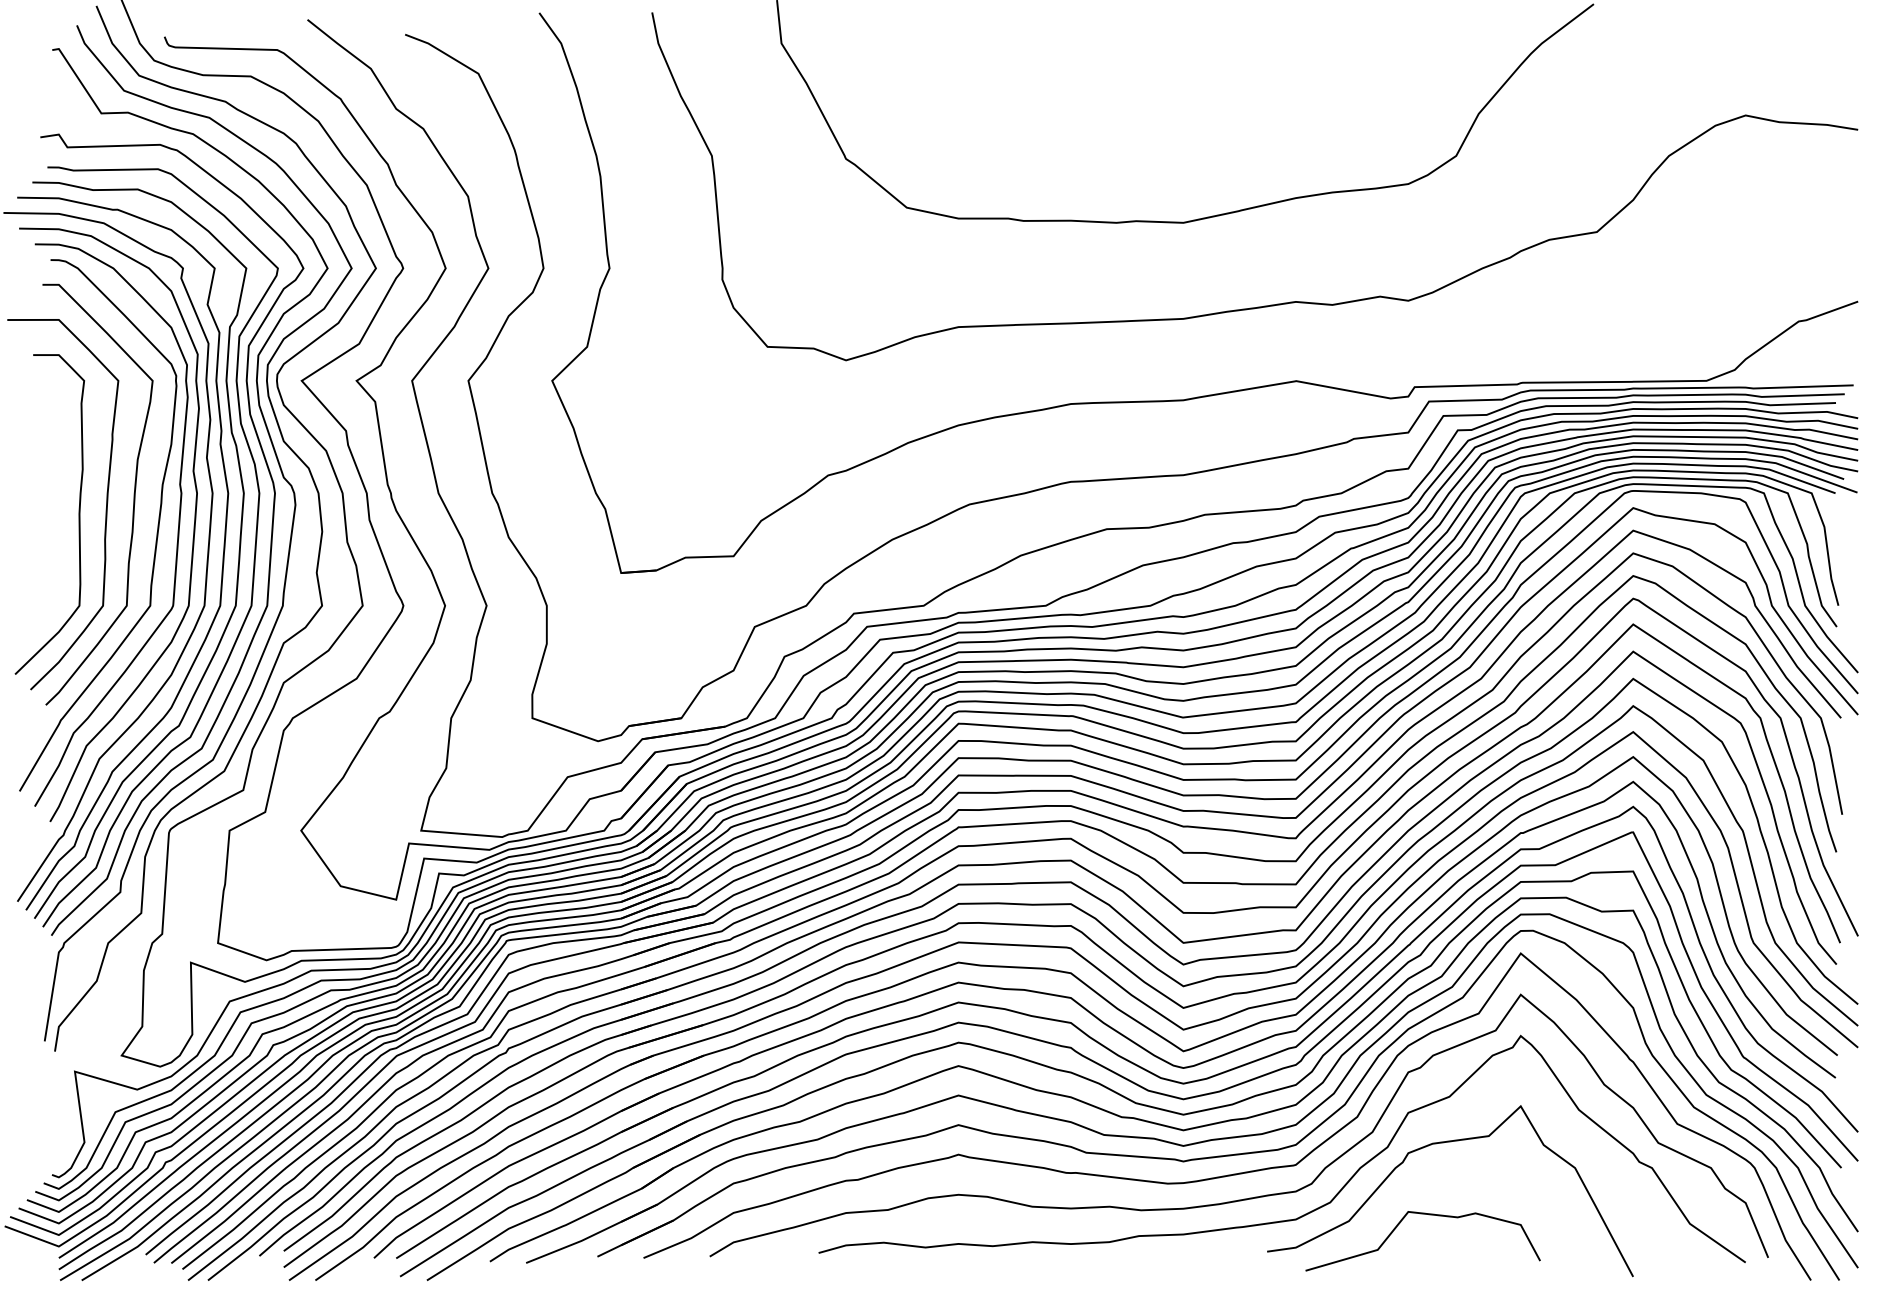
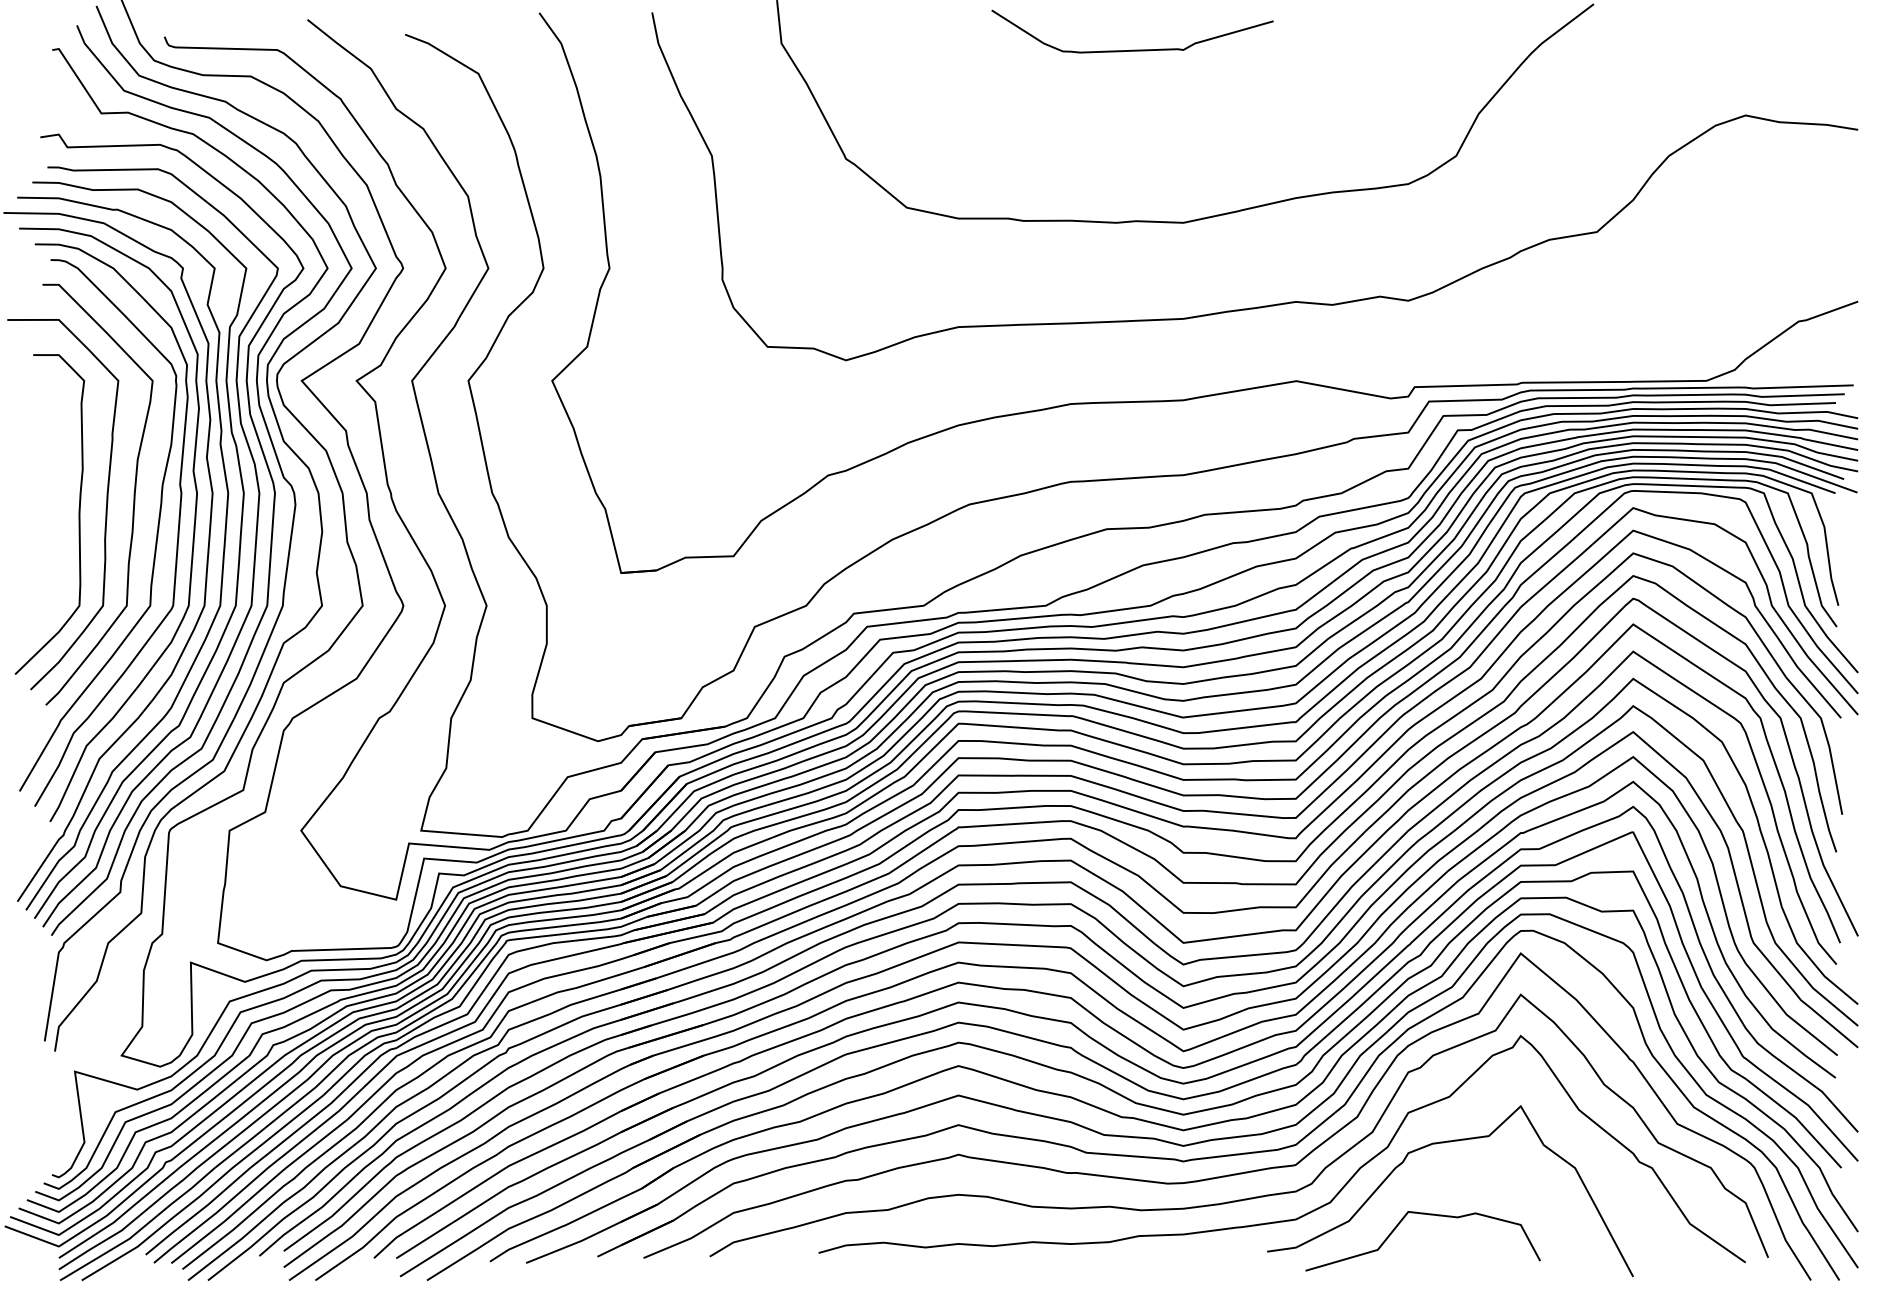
curve at (1132, 49): none -> present
